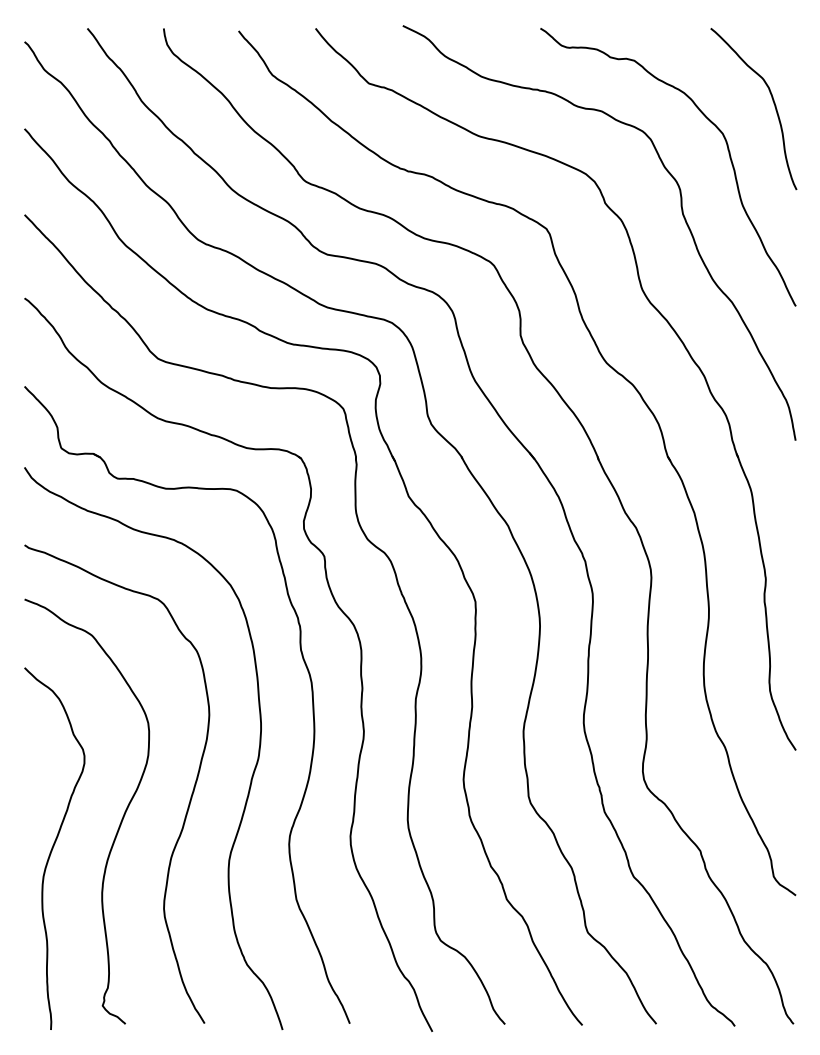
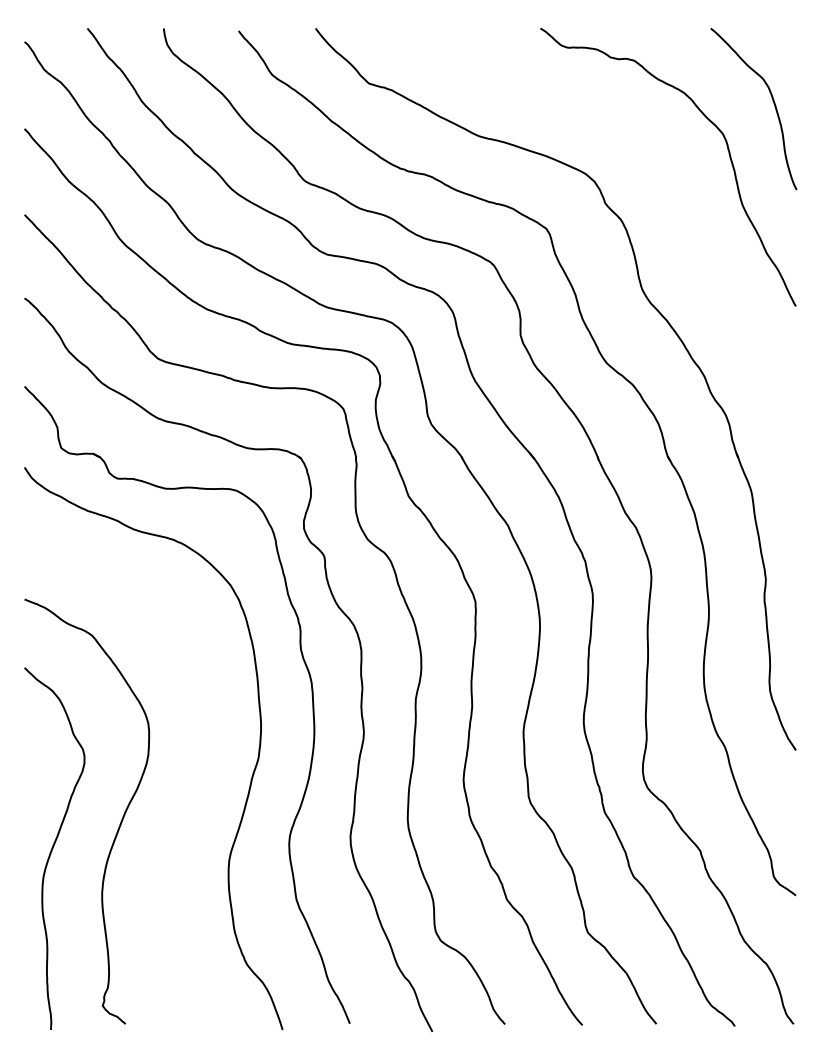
curve at (681, 212): present -> none
curve at (188, 803): present -> none
